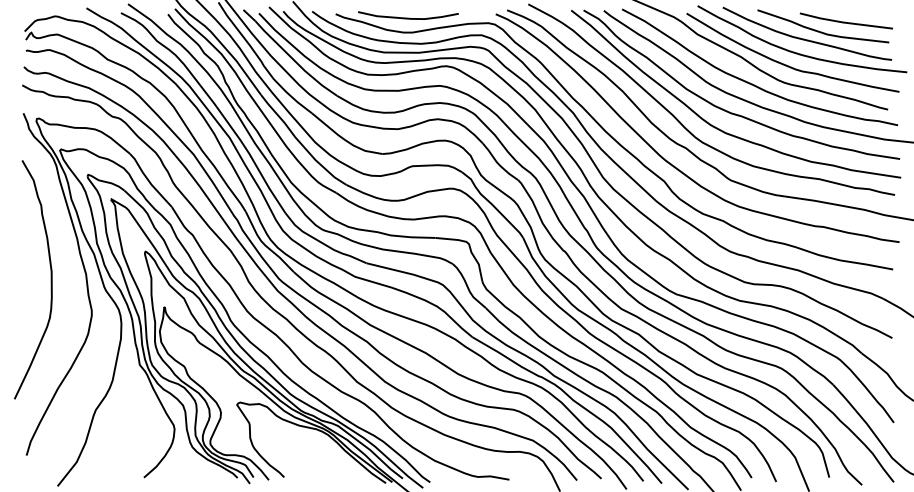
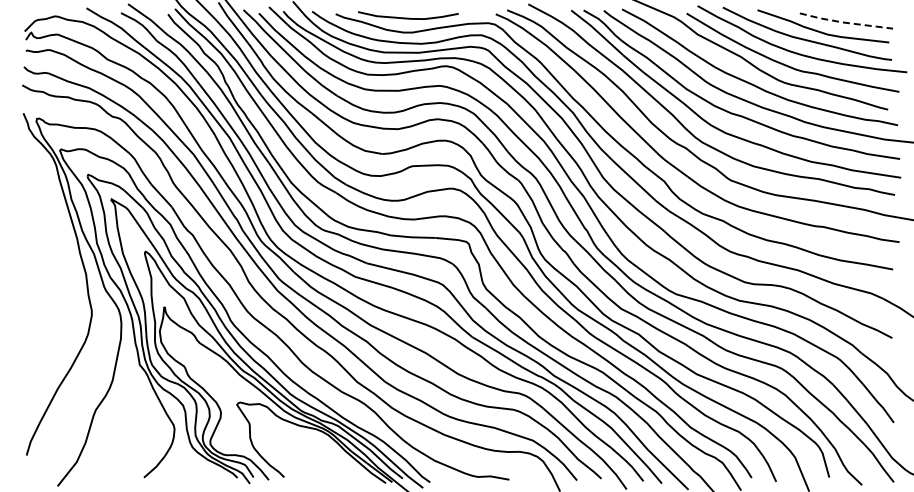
line at (844, 22): solid -> dashed
curve at (50, 279): present -> none
